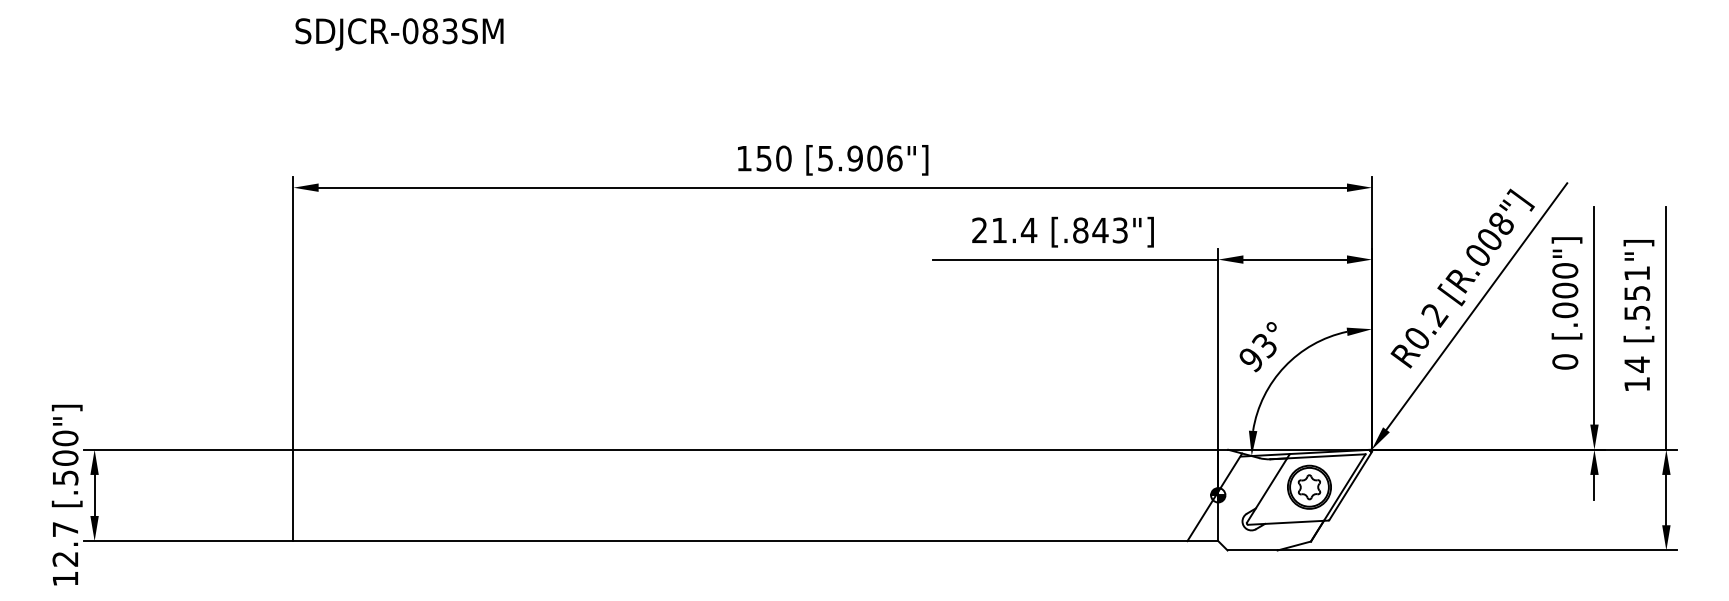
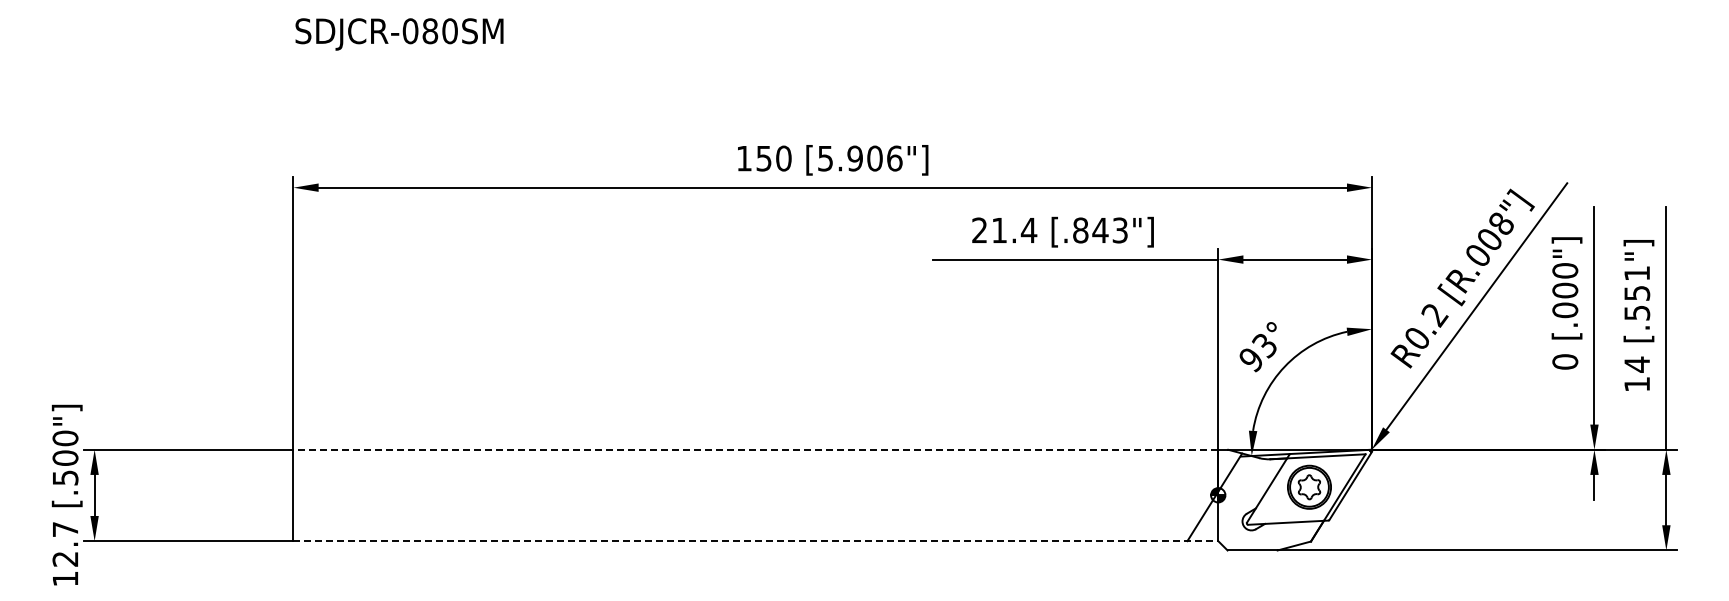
text at (449, 31): SDJCR-083SM -> SDJCR-080SM
line at (755, 449): solid -> dashed
line at (756, 541): solid -> dashed
